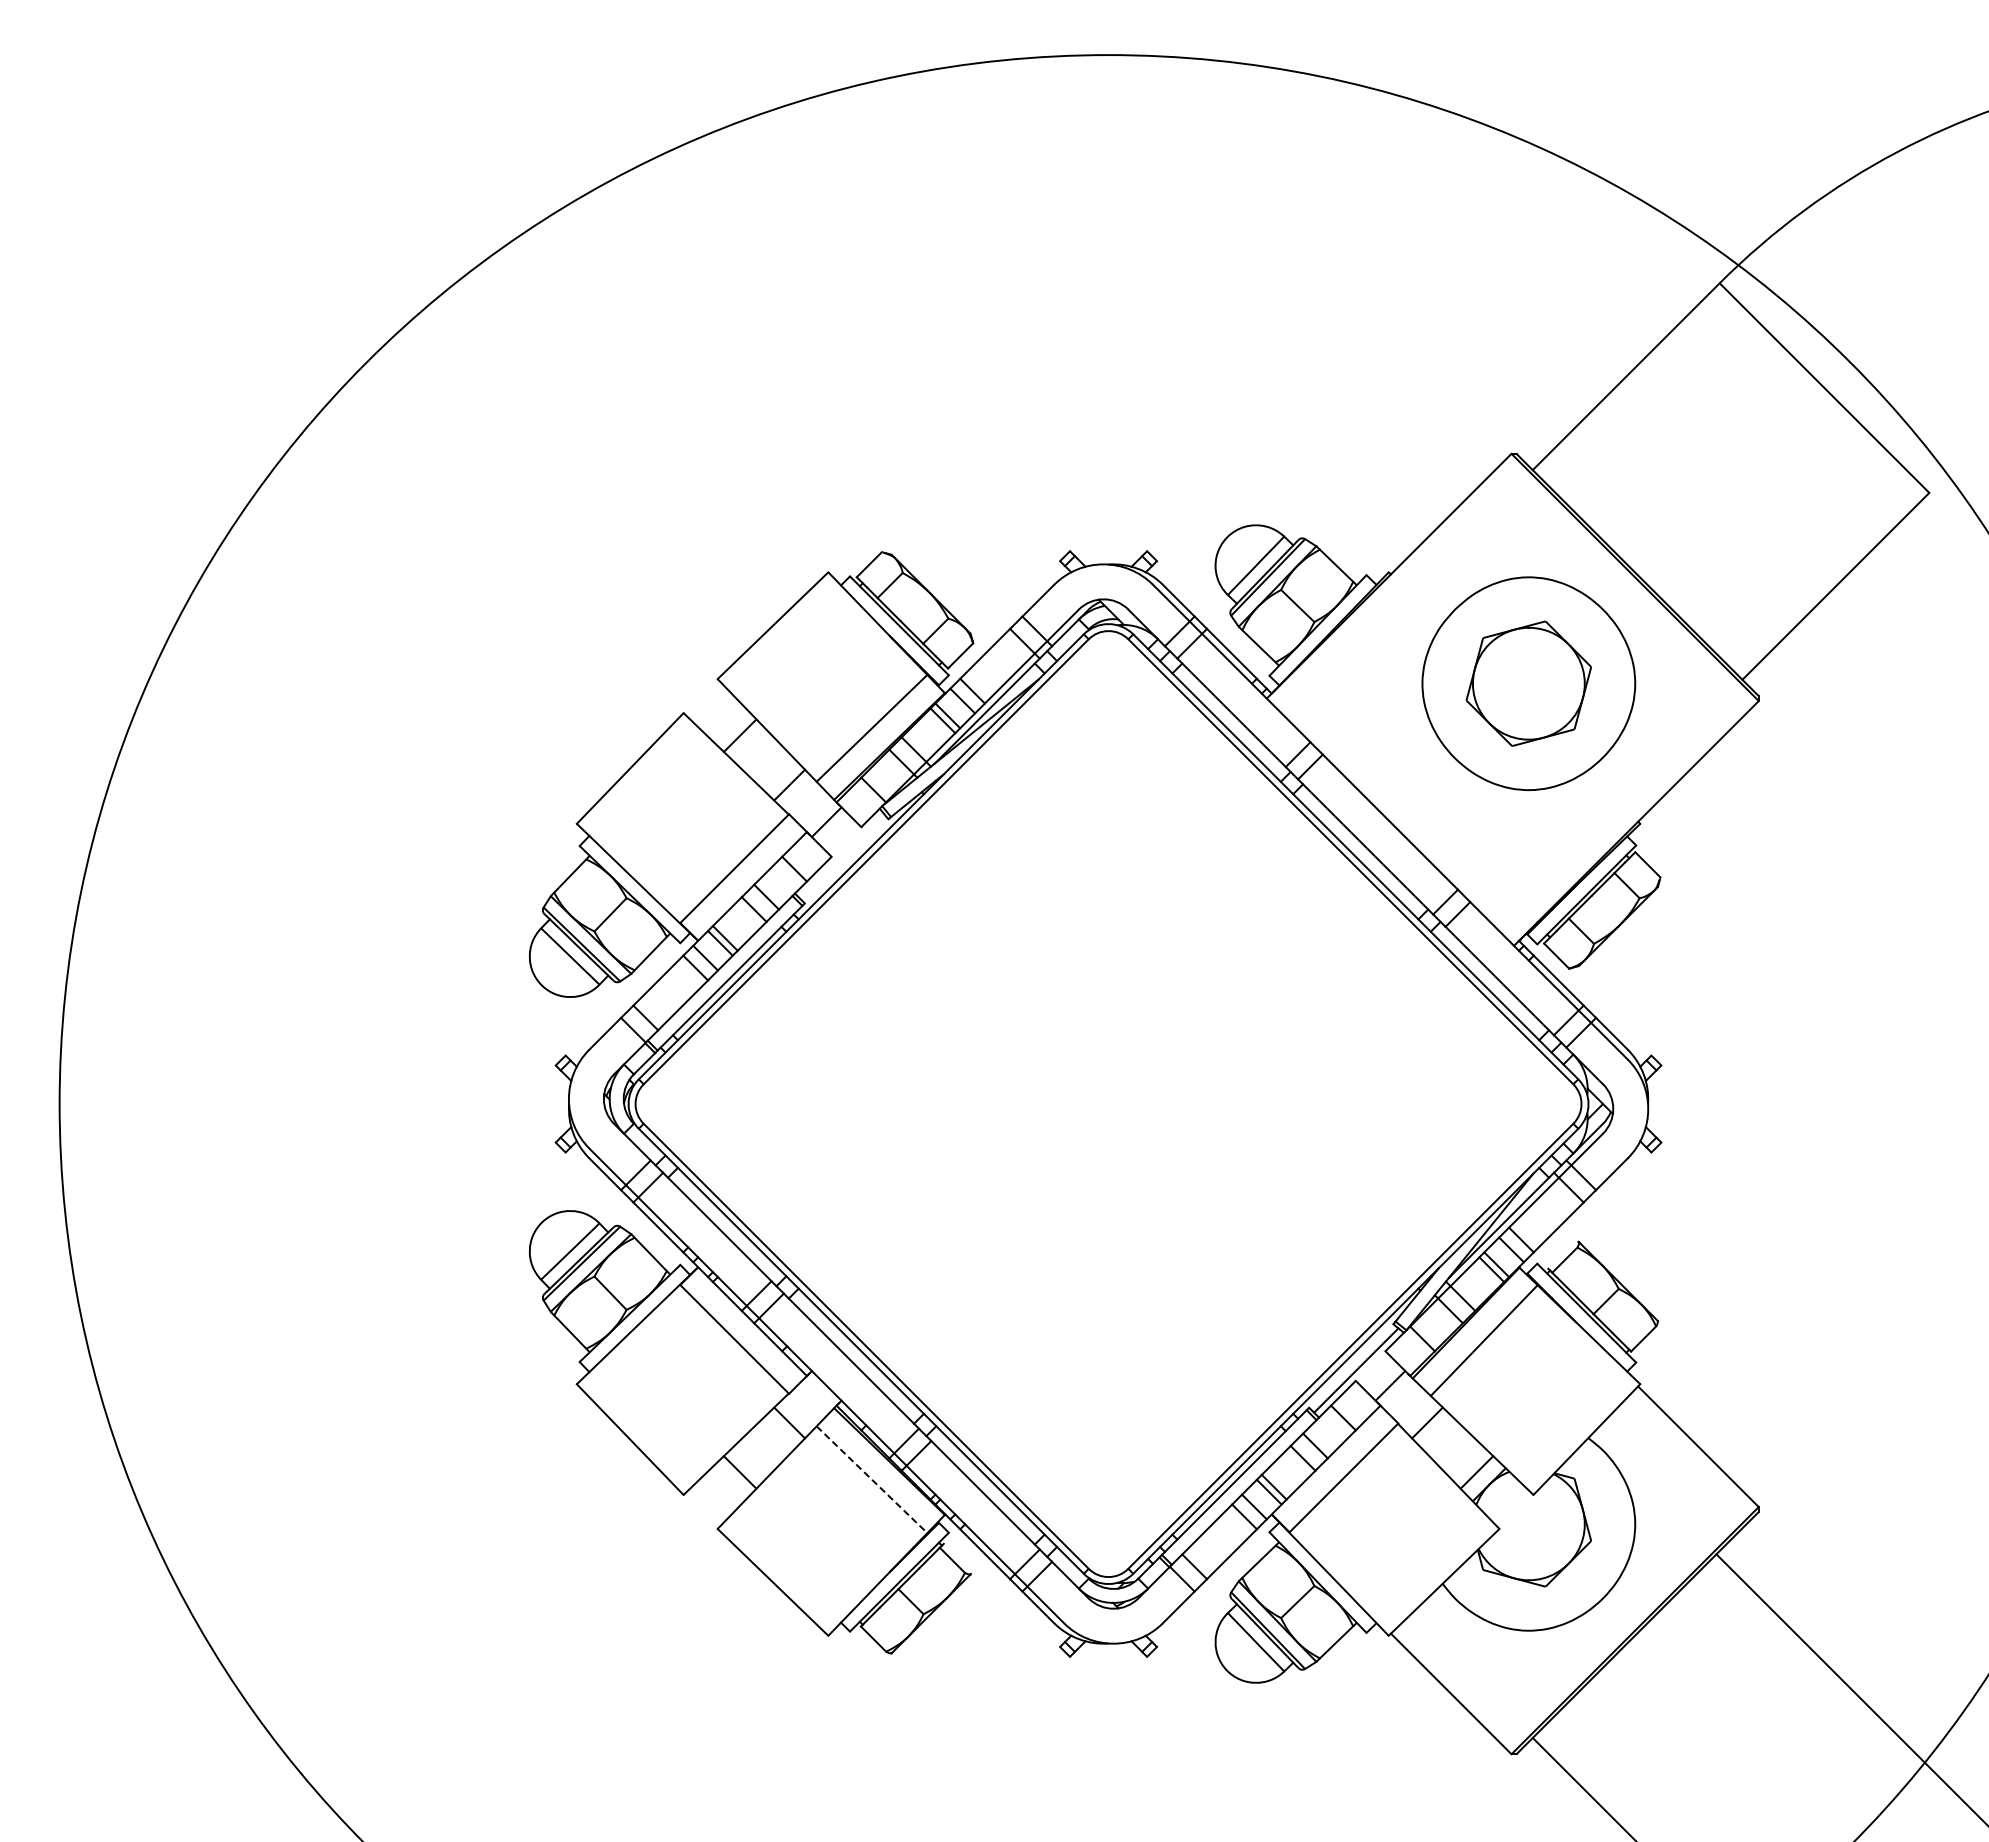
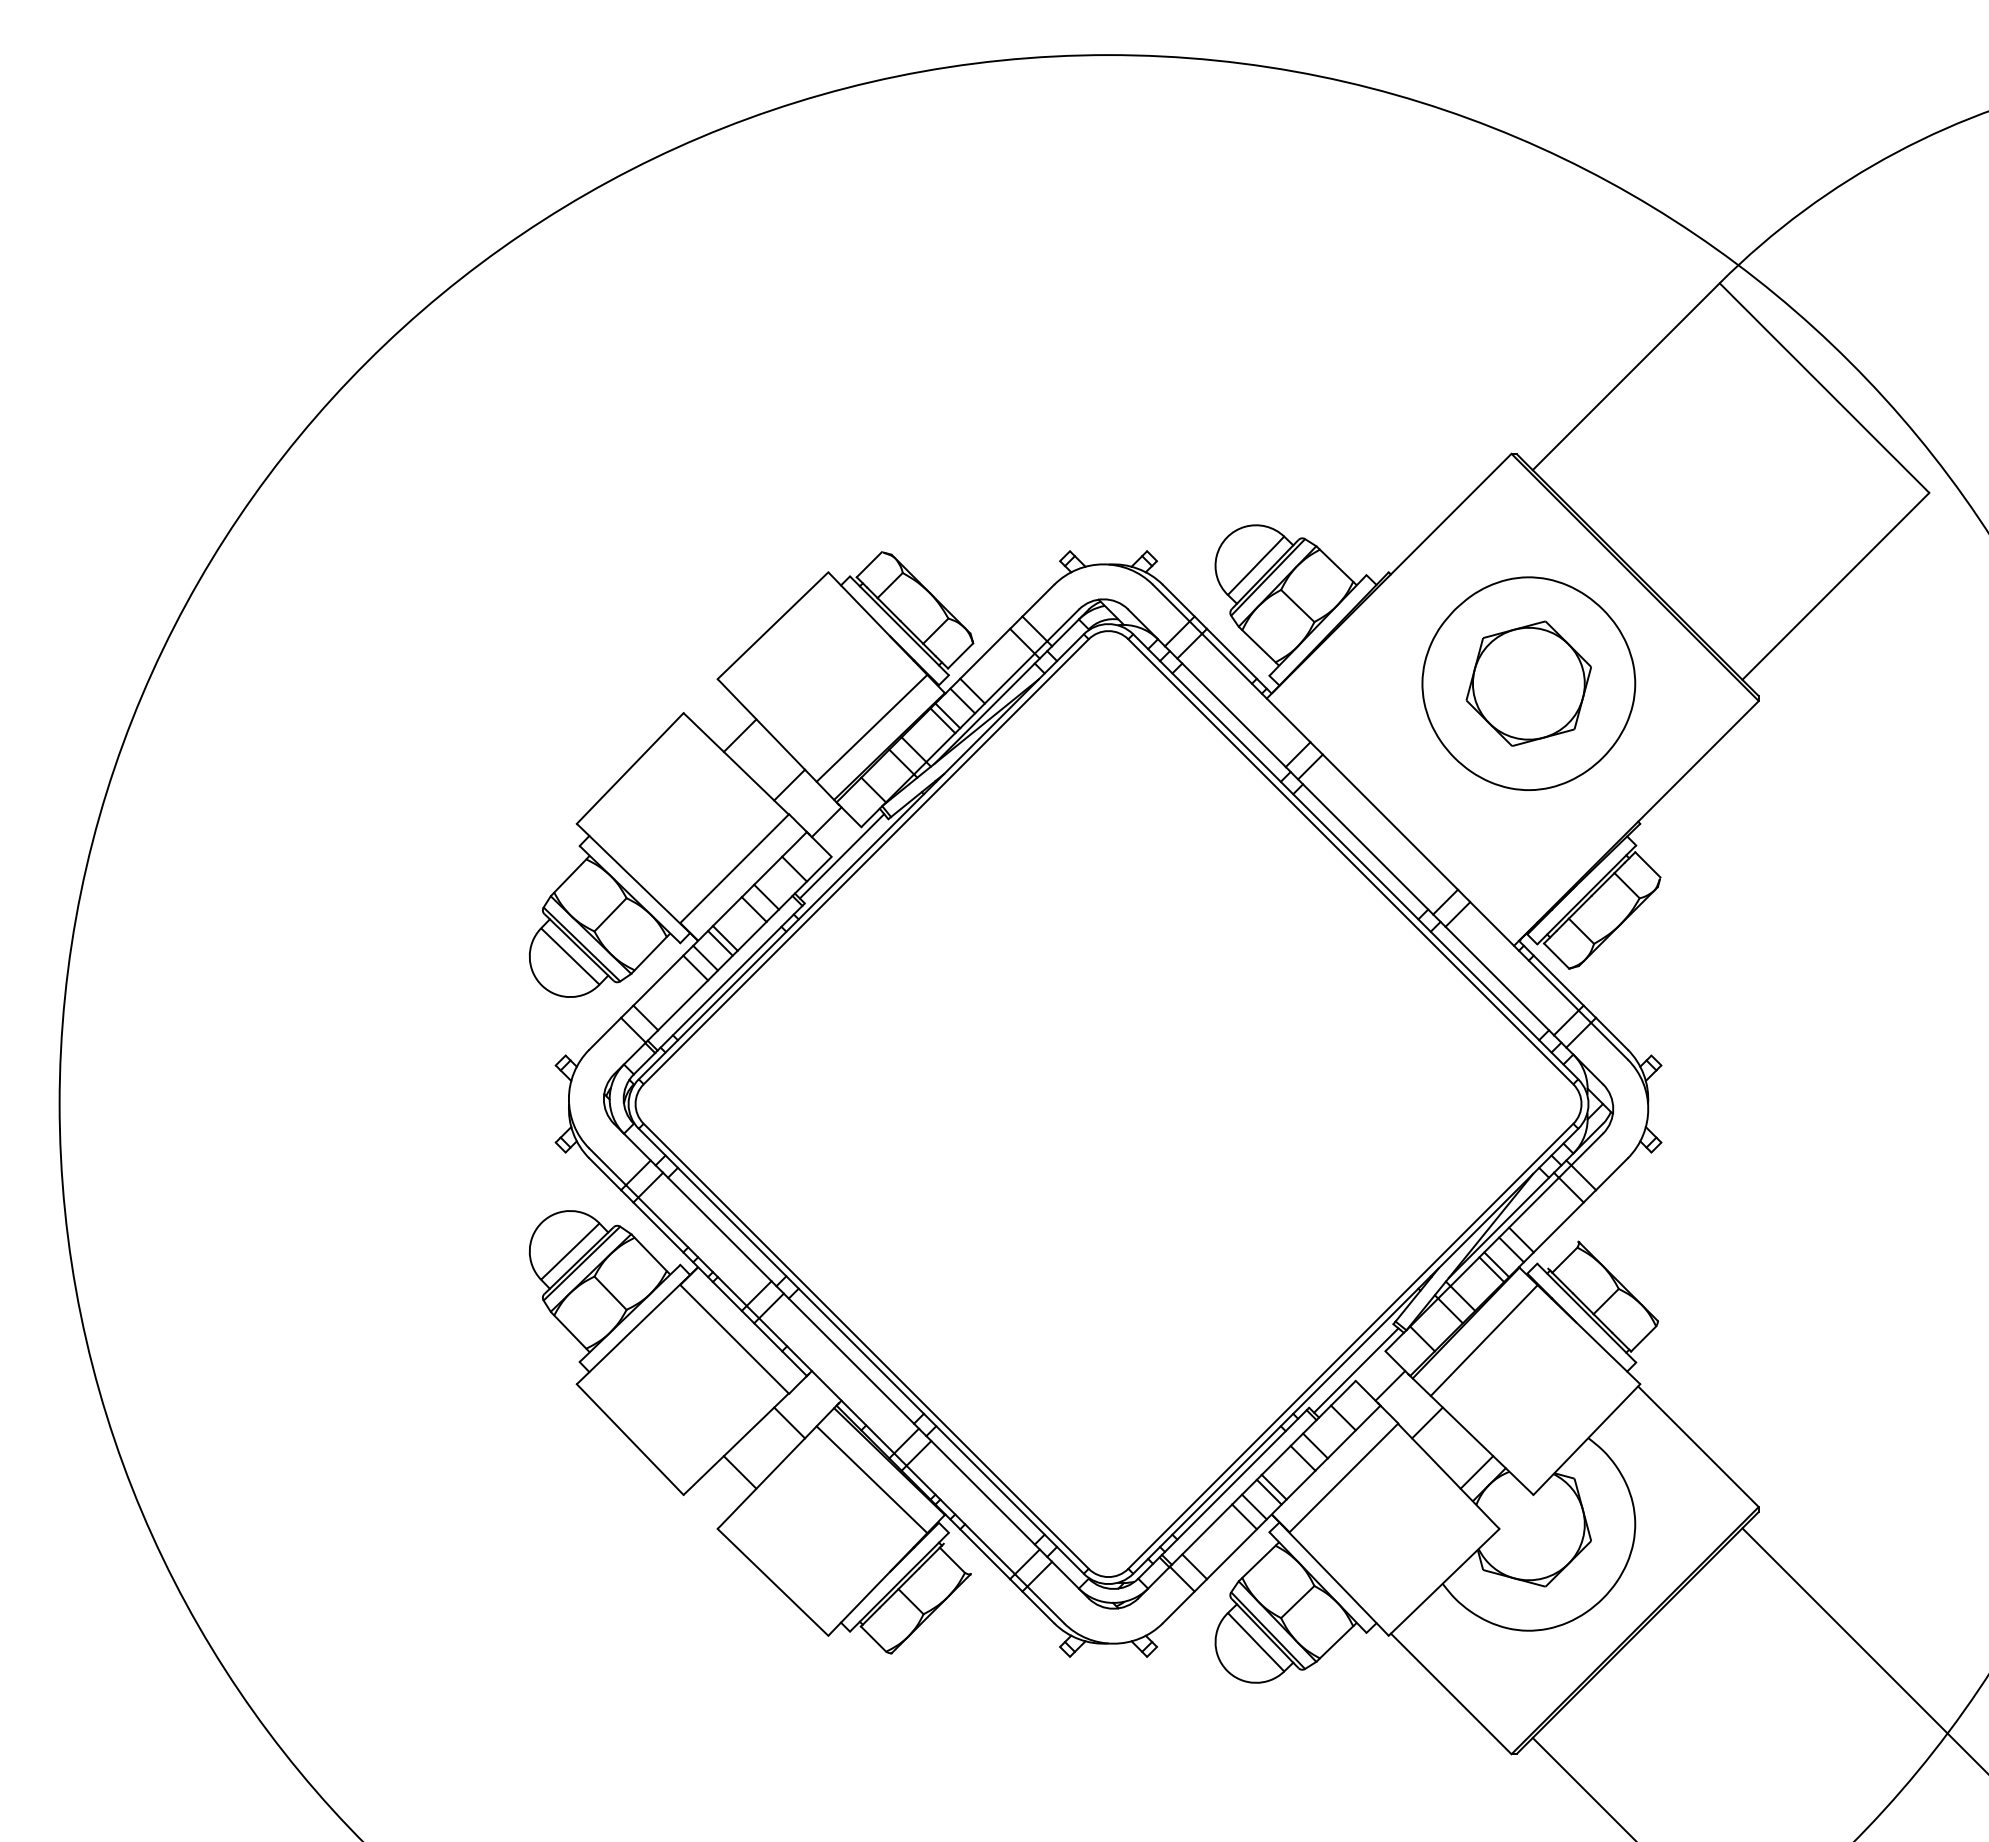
line at (841, 856): none -> present
line at (872, 1479): dashed -> solid
line at (1850, 1688) position: (1850, 1688) -> (1863, 1649)
